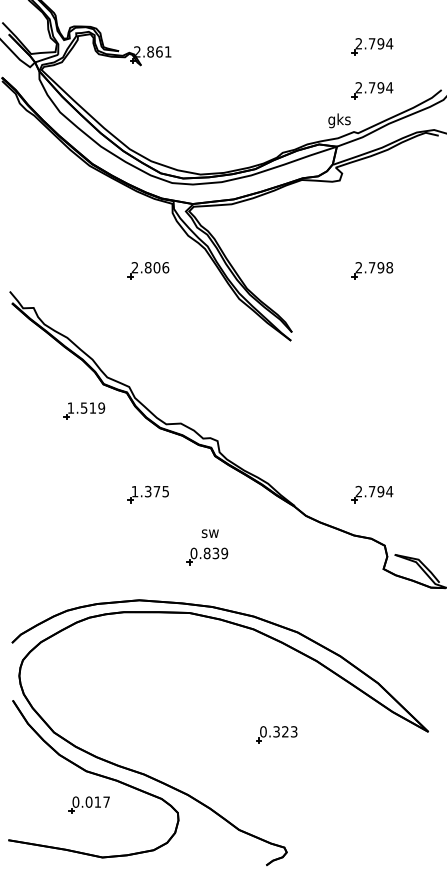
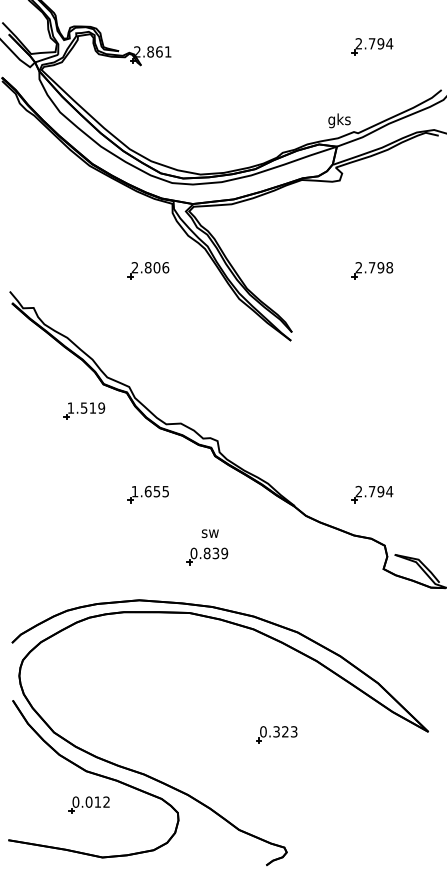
part at (372, 90): present -> none
text at (152, 491): 1.375 -> 1.655
text at (106, 801): 0.017 -> 0.012
